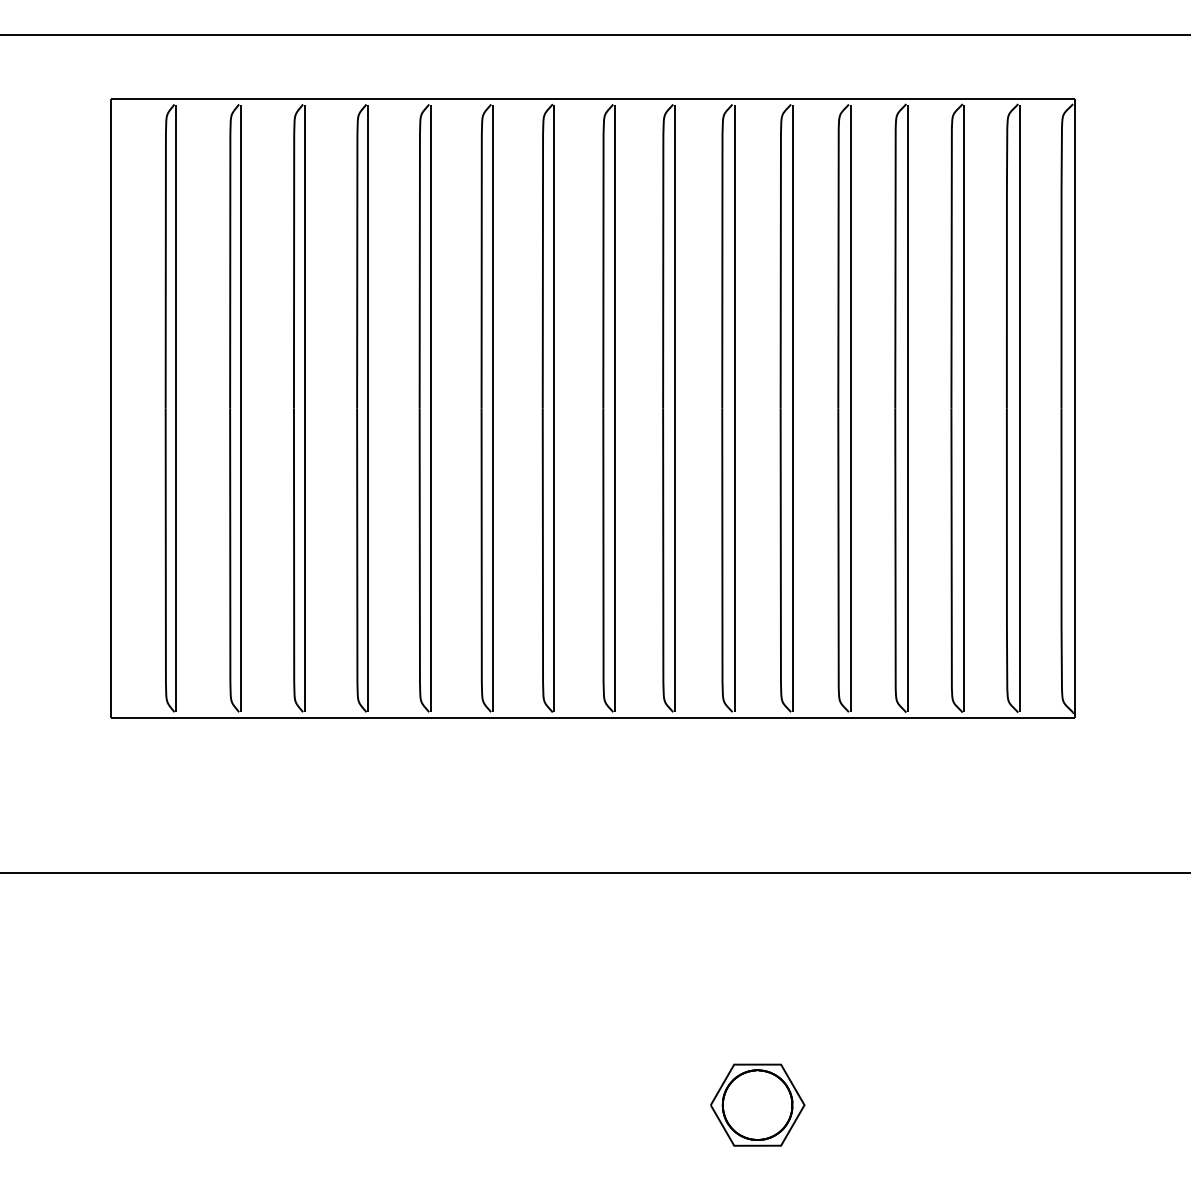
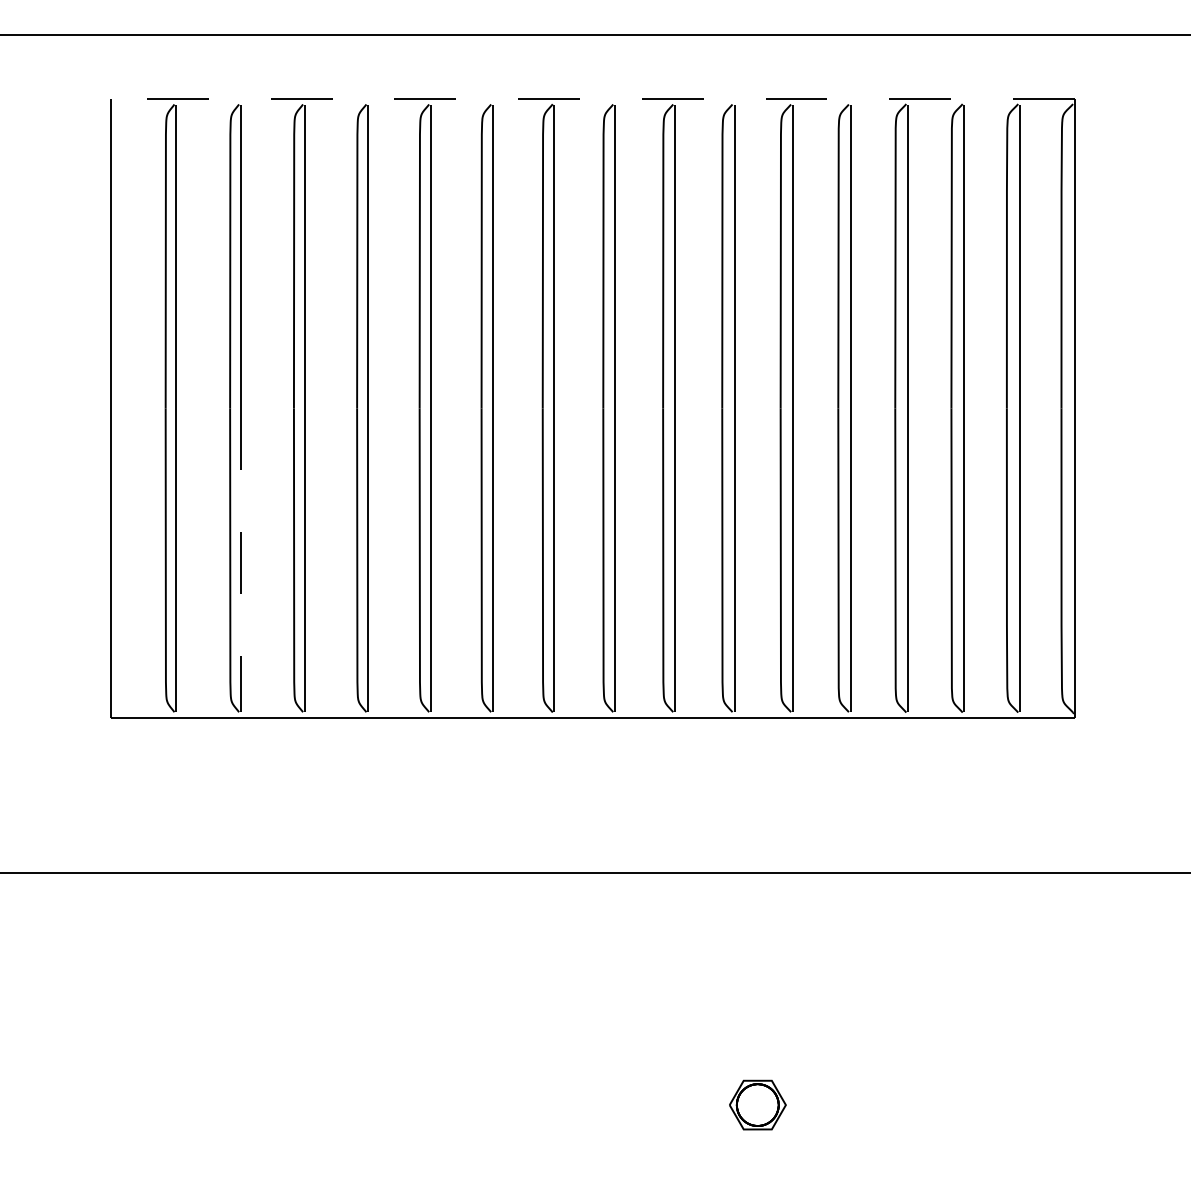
line at (592, 99): solid -> dashed
line at (240, 560): solid -> dashed
part at (757, 1104) size: 96x84 px -> 58x52 px
